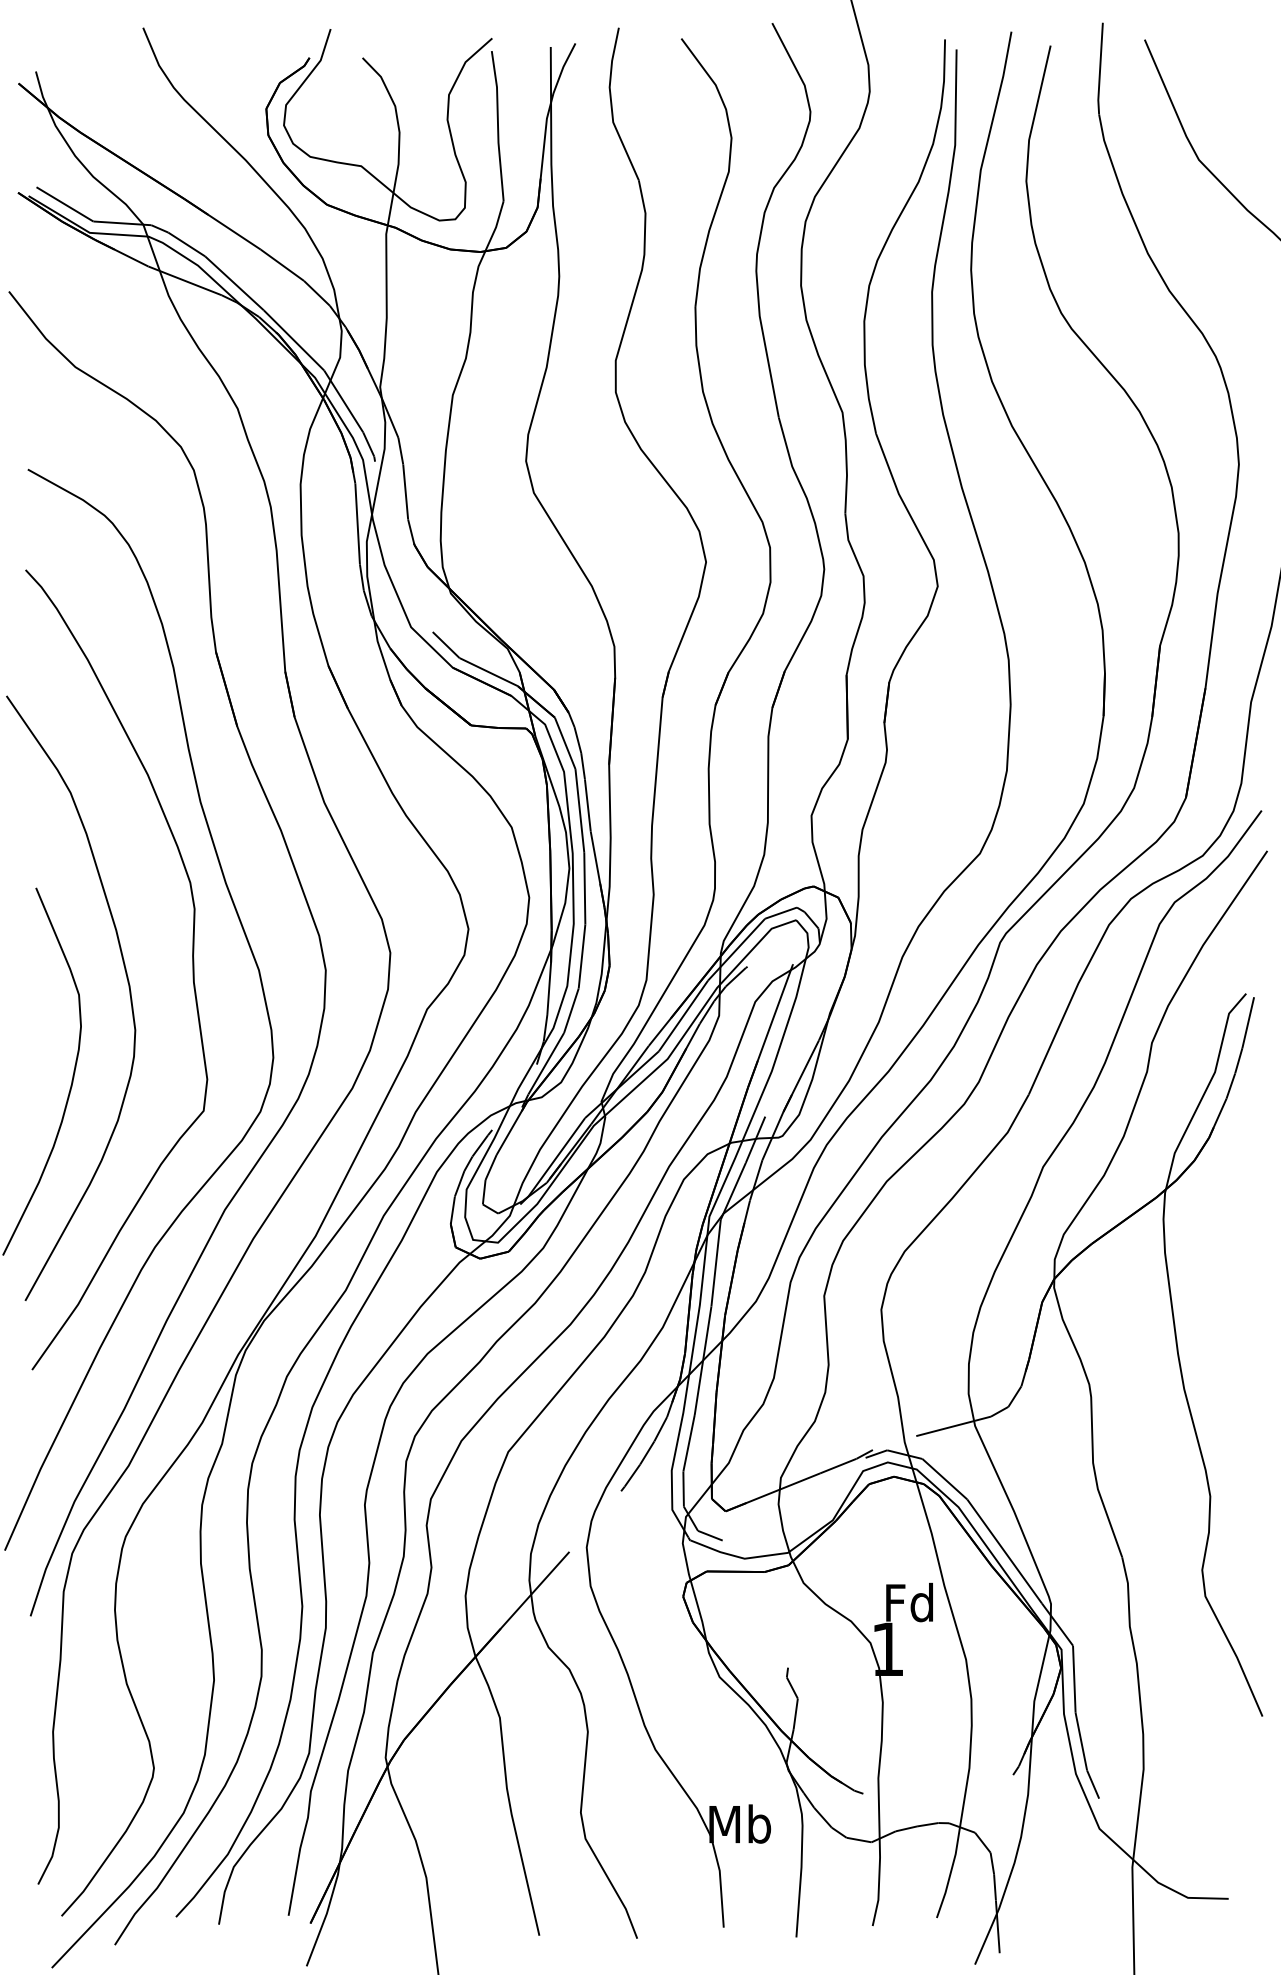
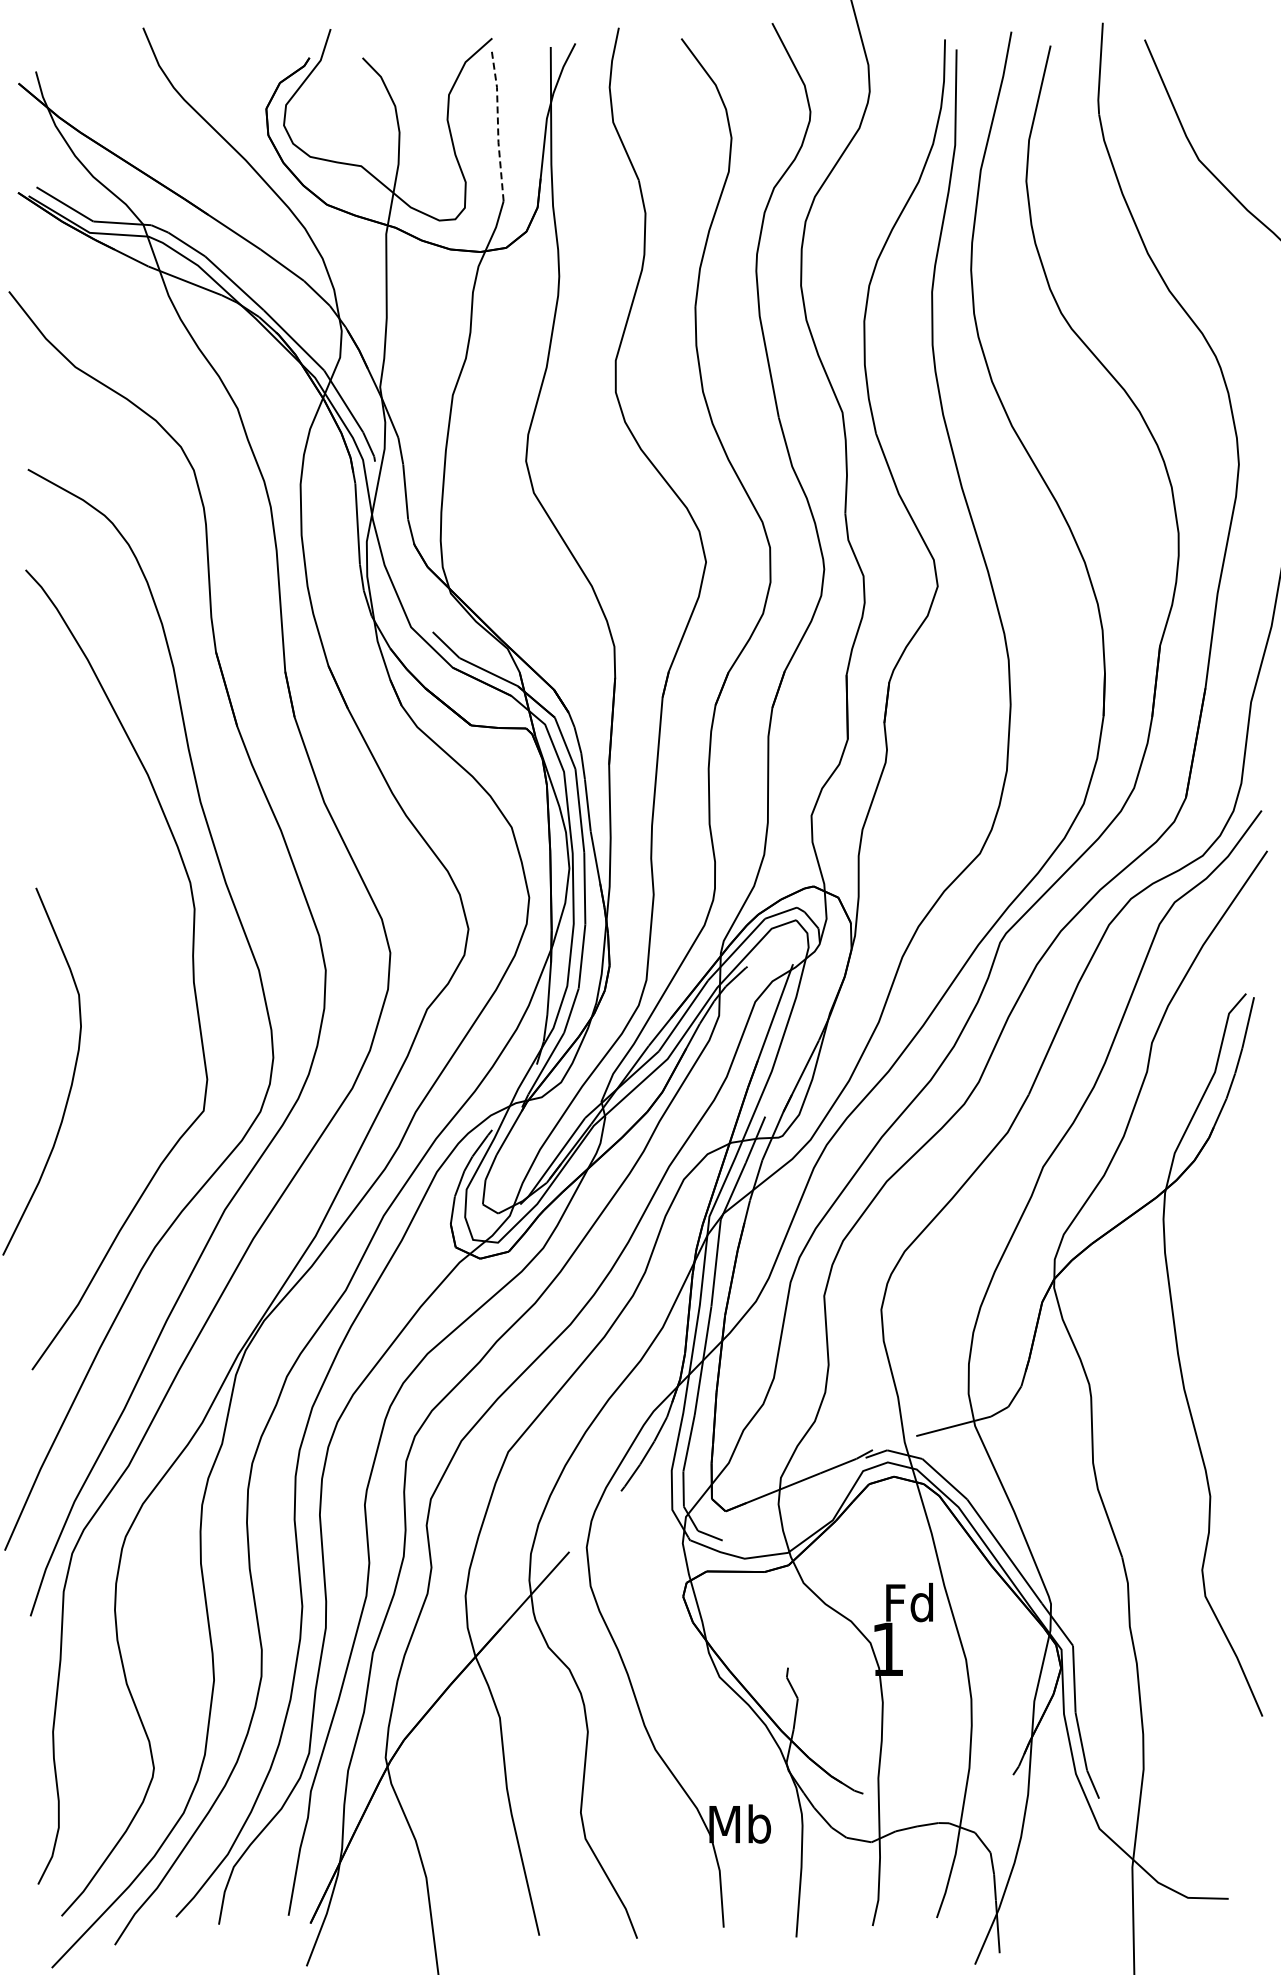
line at (498, 125): solid -> dashed
curve at (128, 987): present -> none
